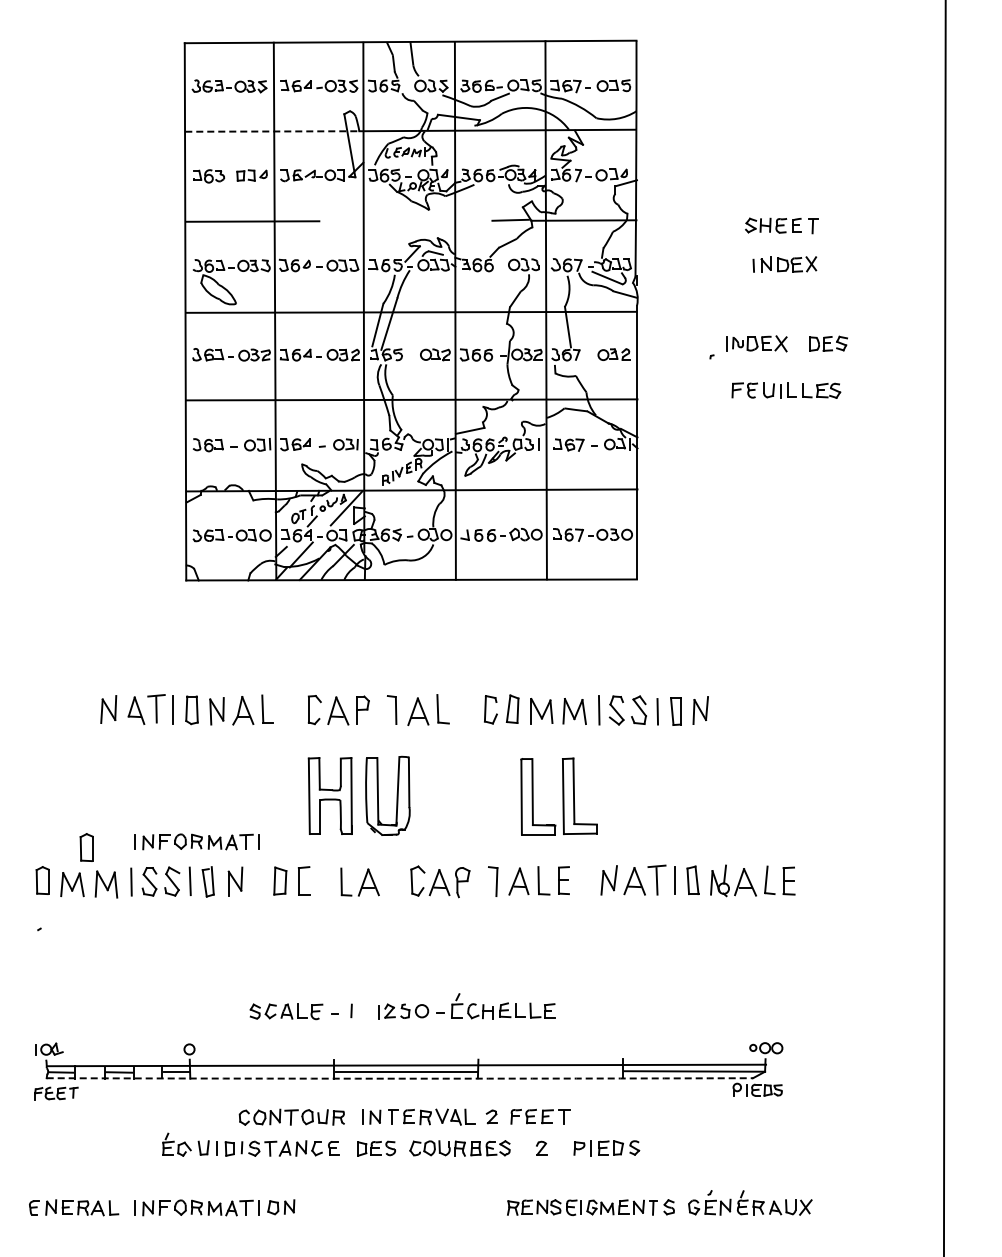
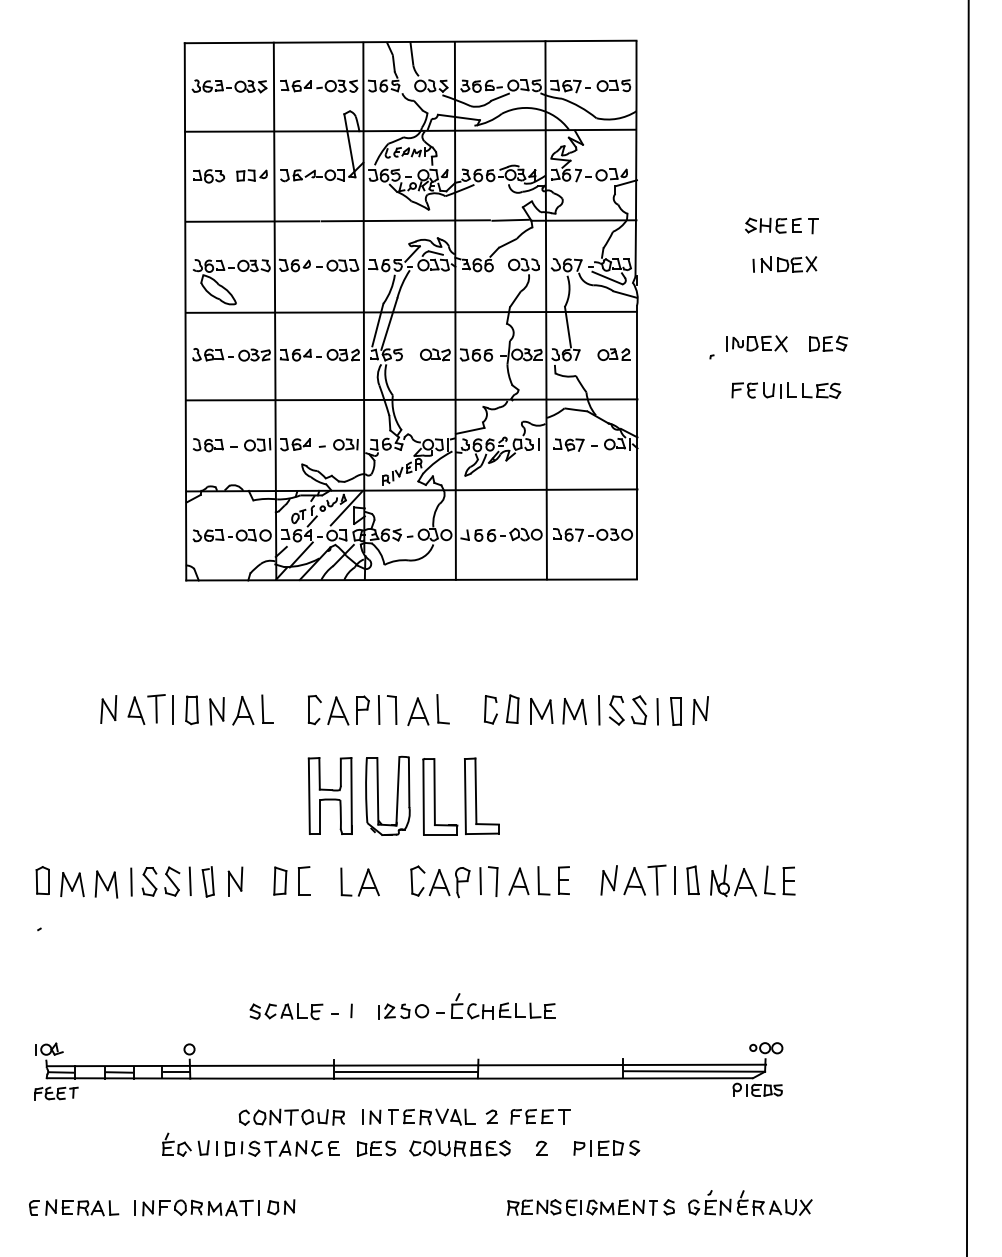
line at (272, 131): dashed -> solid
line at (405, 220): none -> present
line at (944, 627) position: (944, 627) -> (967, 627)
line at (378, 710): none -> present
part at (558, 796) position: (558, 796) -> (460, 796)
part at (196, 841): present -> none
part at (86, 847): present -> none
line at (480, 881): none -> present
arc at (399, 1078): dashed -> solid
